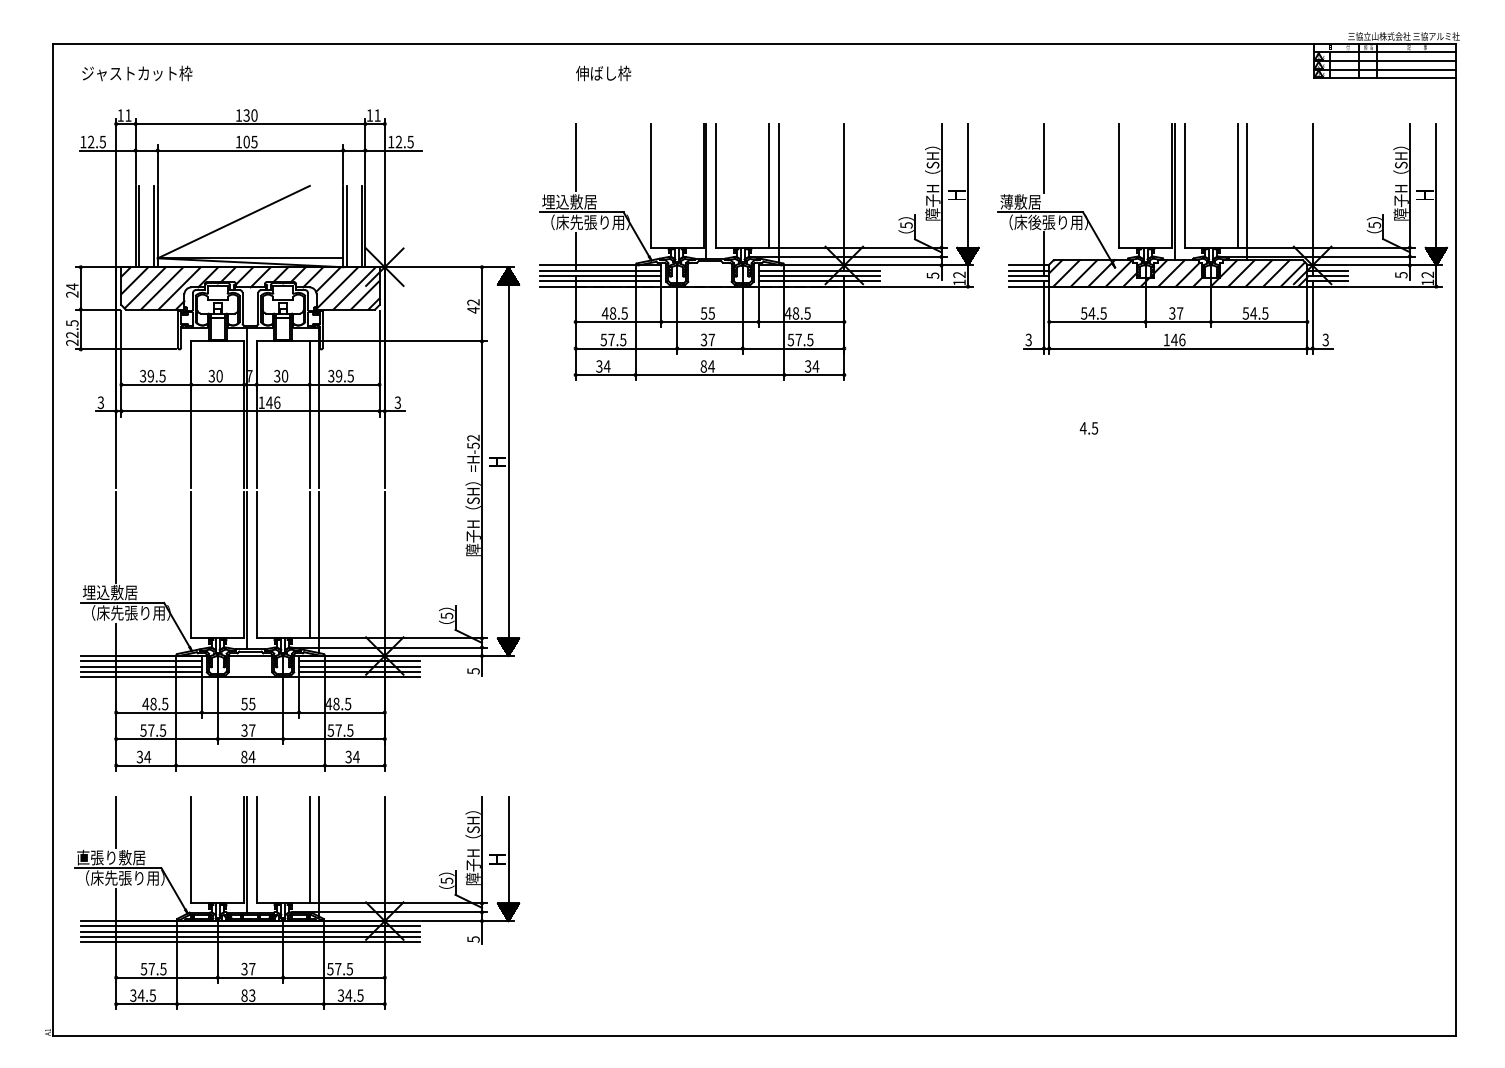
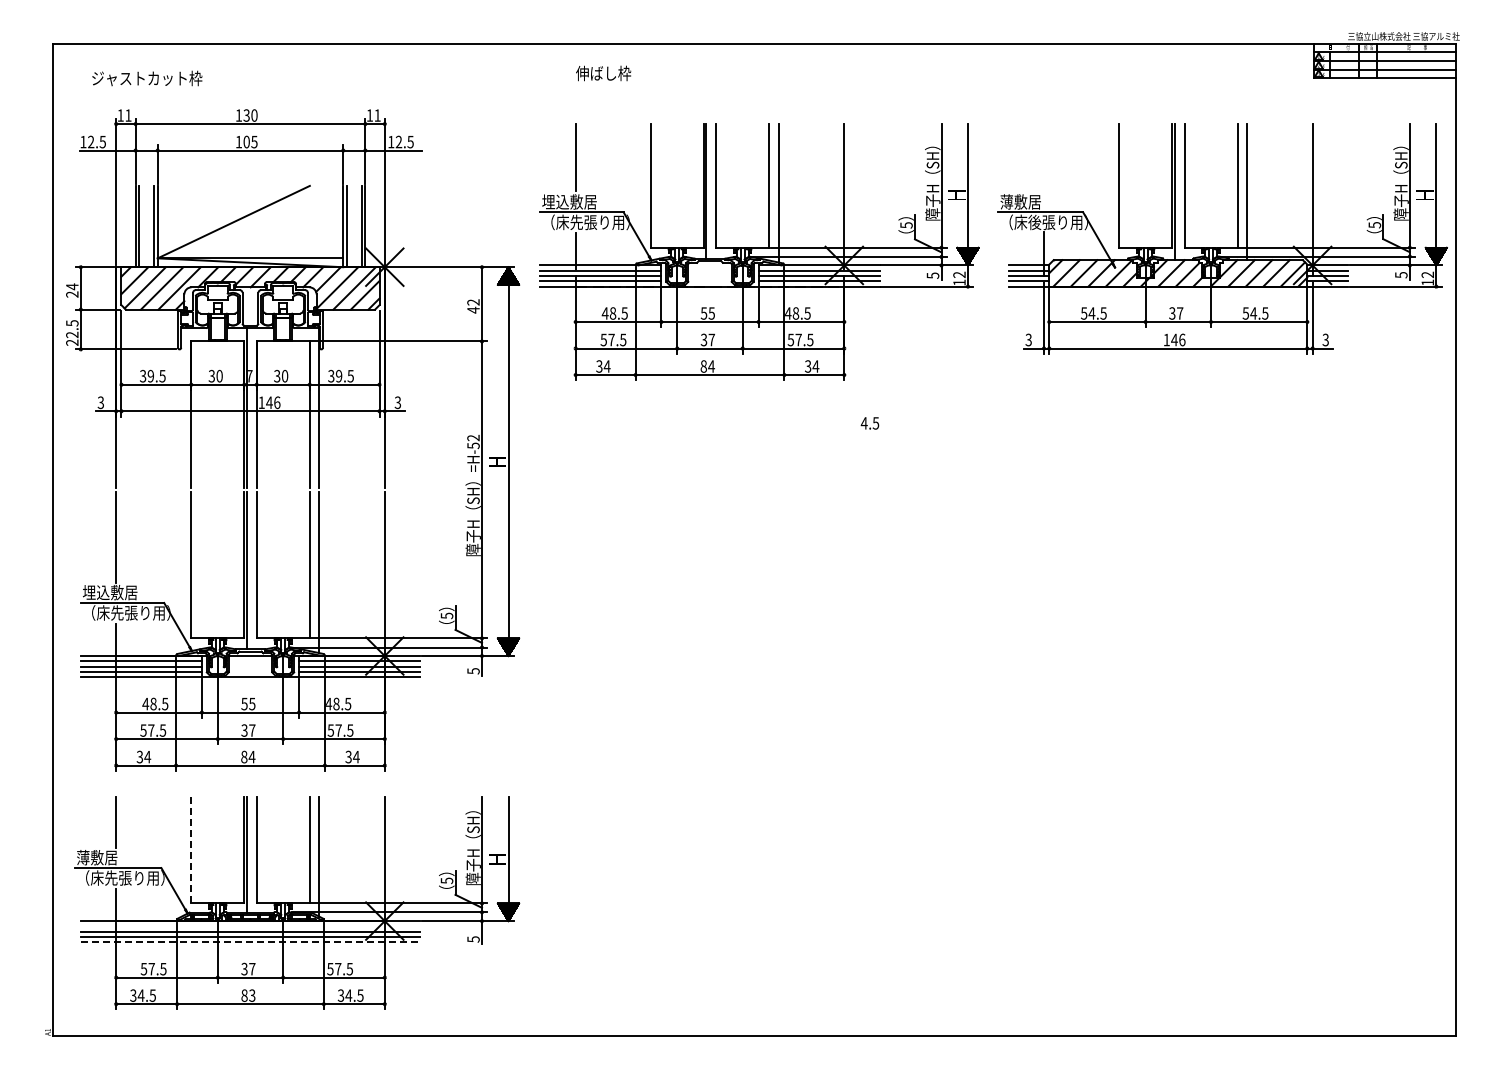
text at (137, 73) position: (137, 73) -> (147, 78)
line at (1044, 158): present -> none
text at (1088, 428) position: (1088, 428) -> (869, 423)
line at (191, 850): solid -> dashed
text at (111, 857): 直張り敷居 -> 薄敷居
line at (250, 926): present -> none
line at (250, 942): solid -> dashed
